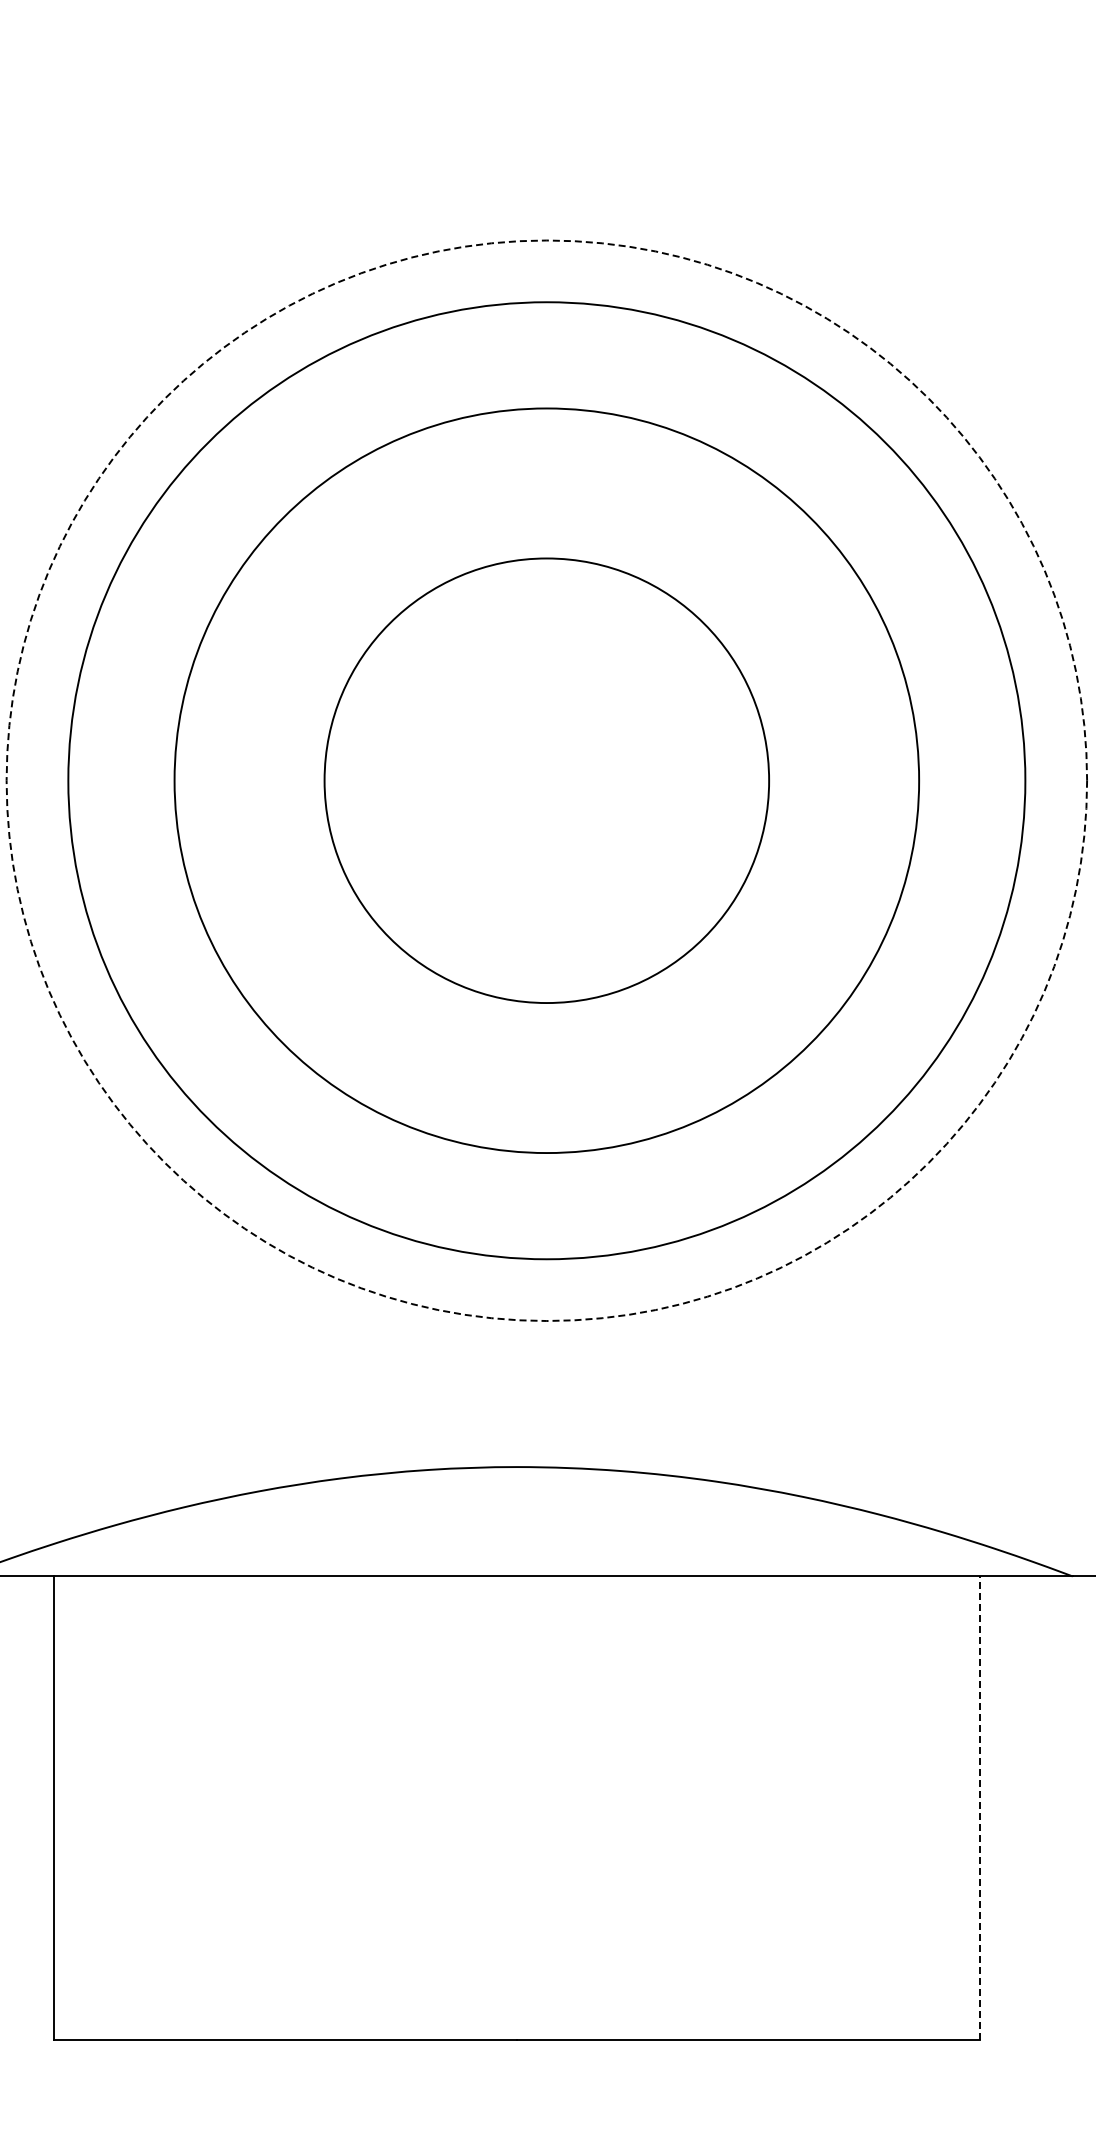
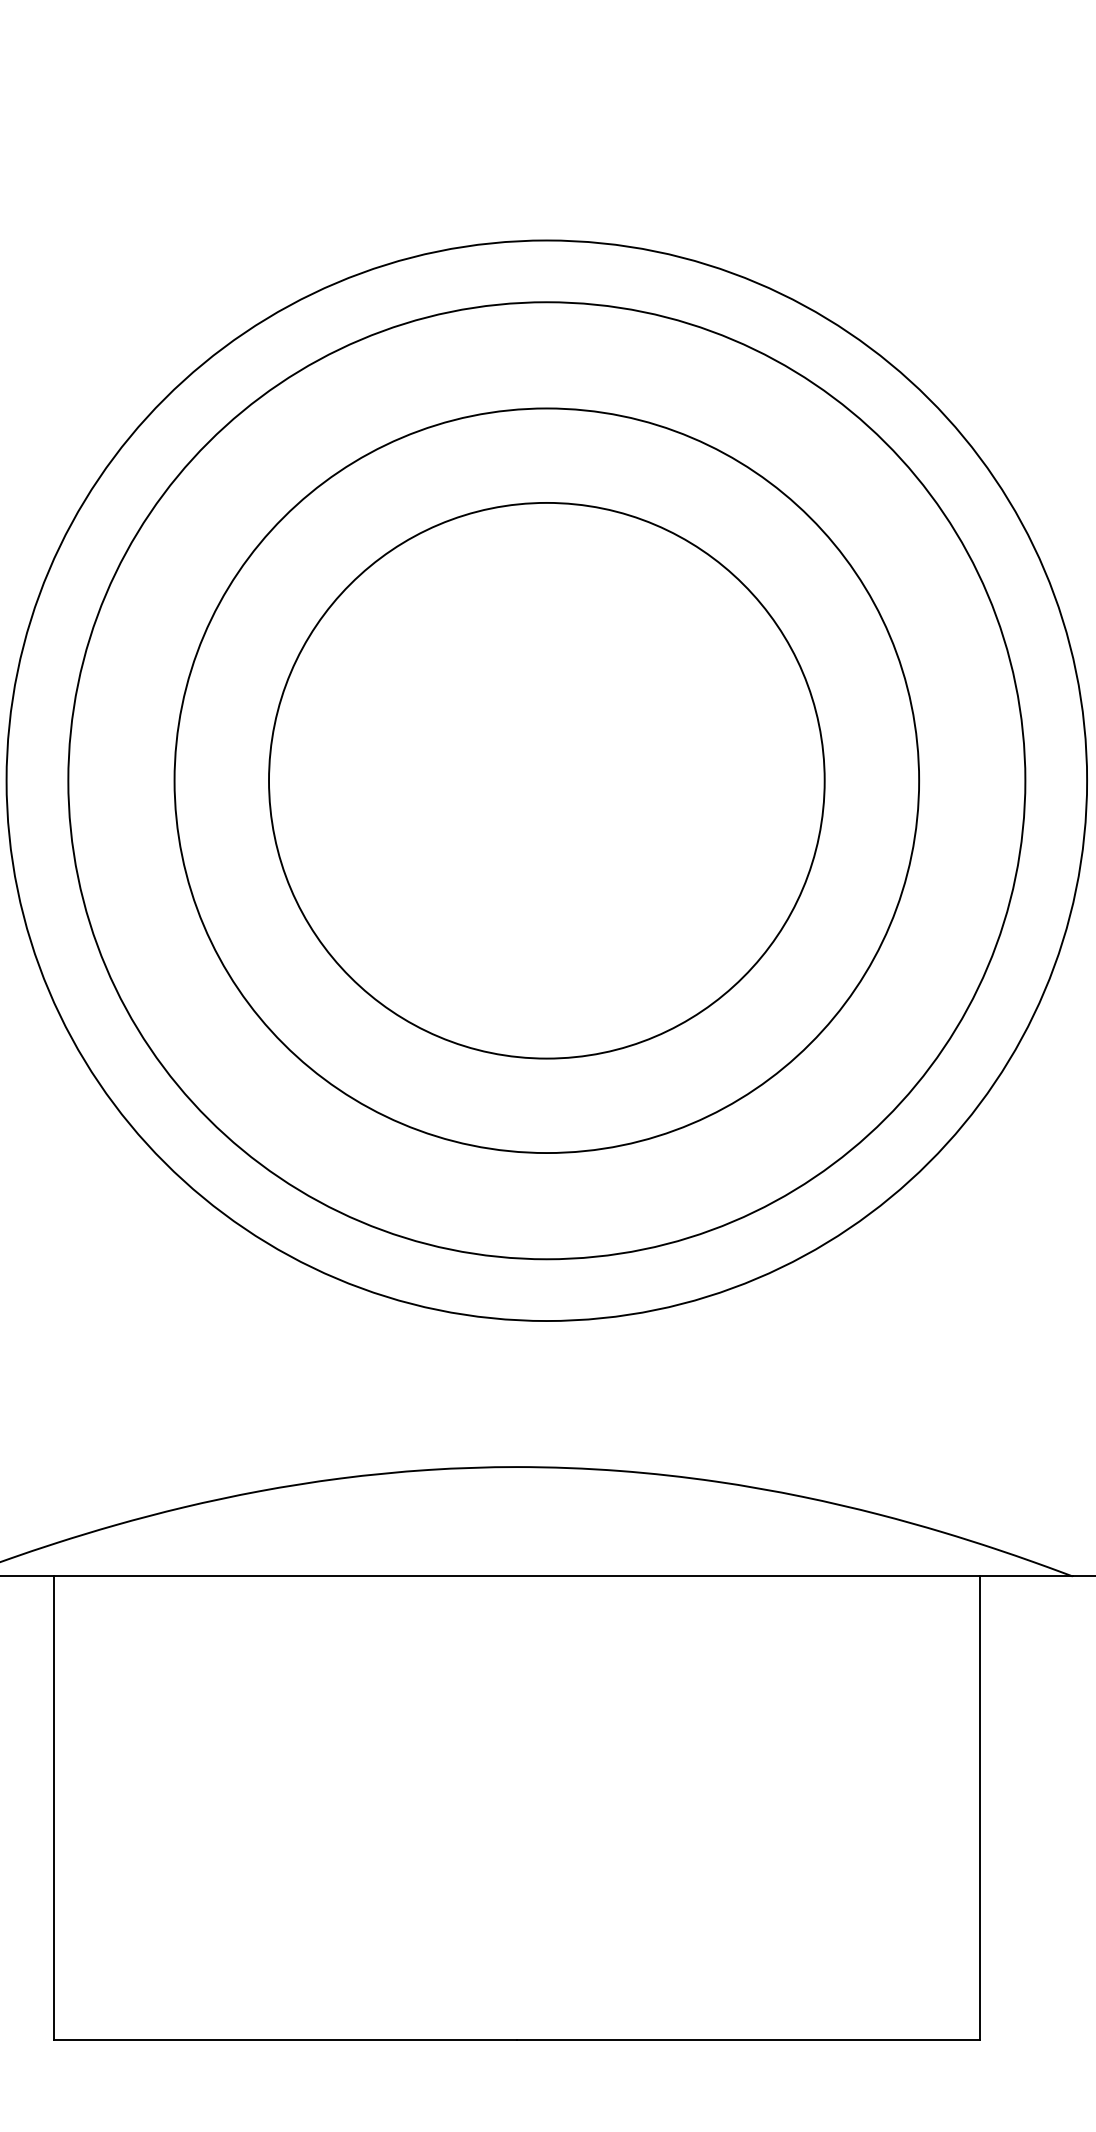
circle at (546, 780) diameter: 445 px -> 556 px
circle at (546, 780): dashed -> solid
line at (980, 1807): dashed -> solid
